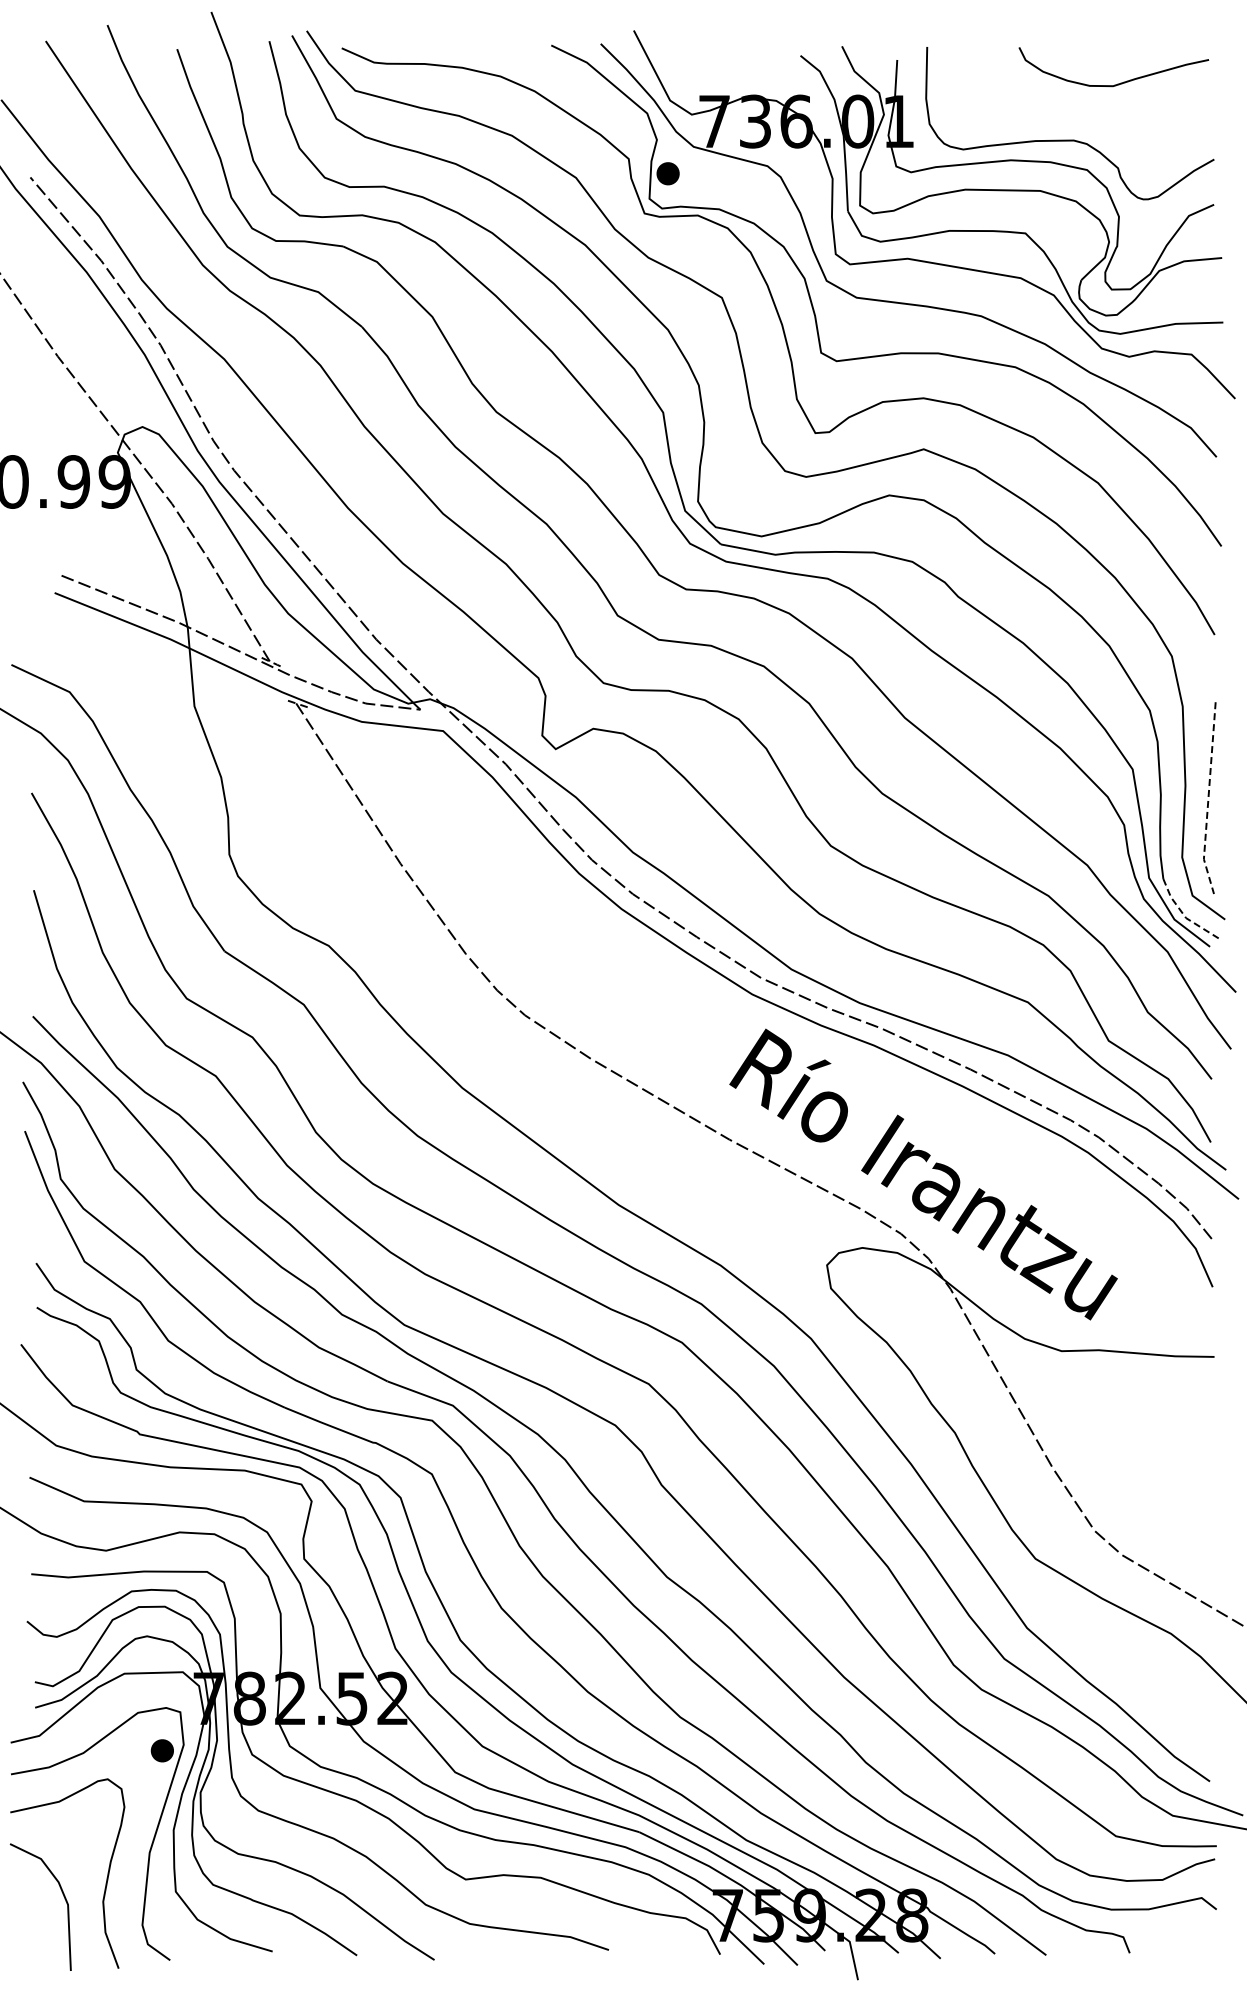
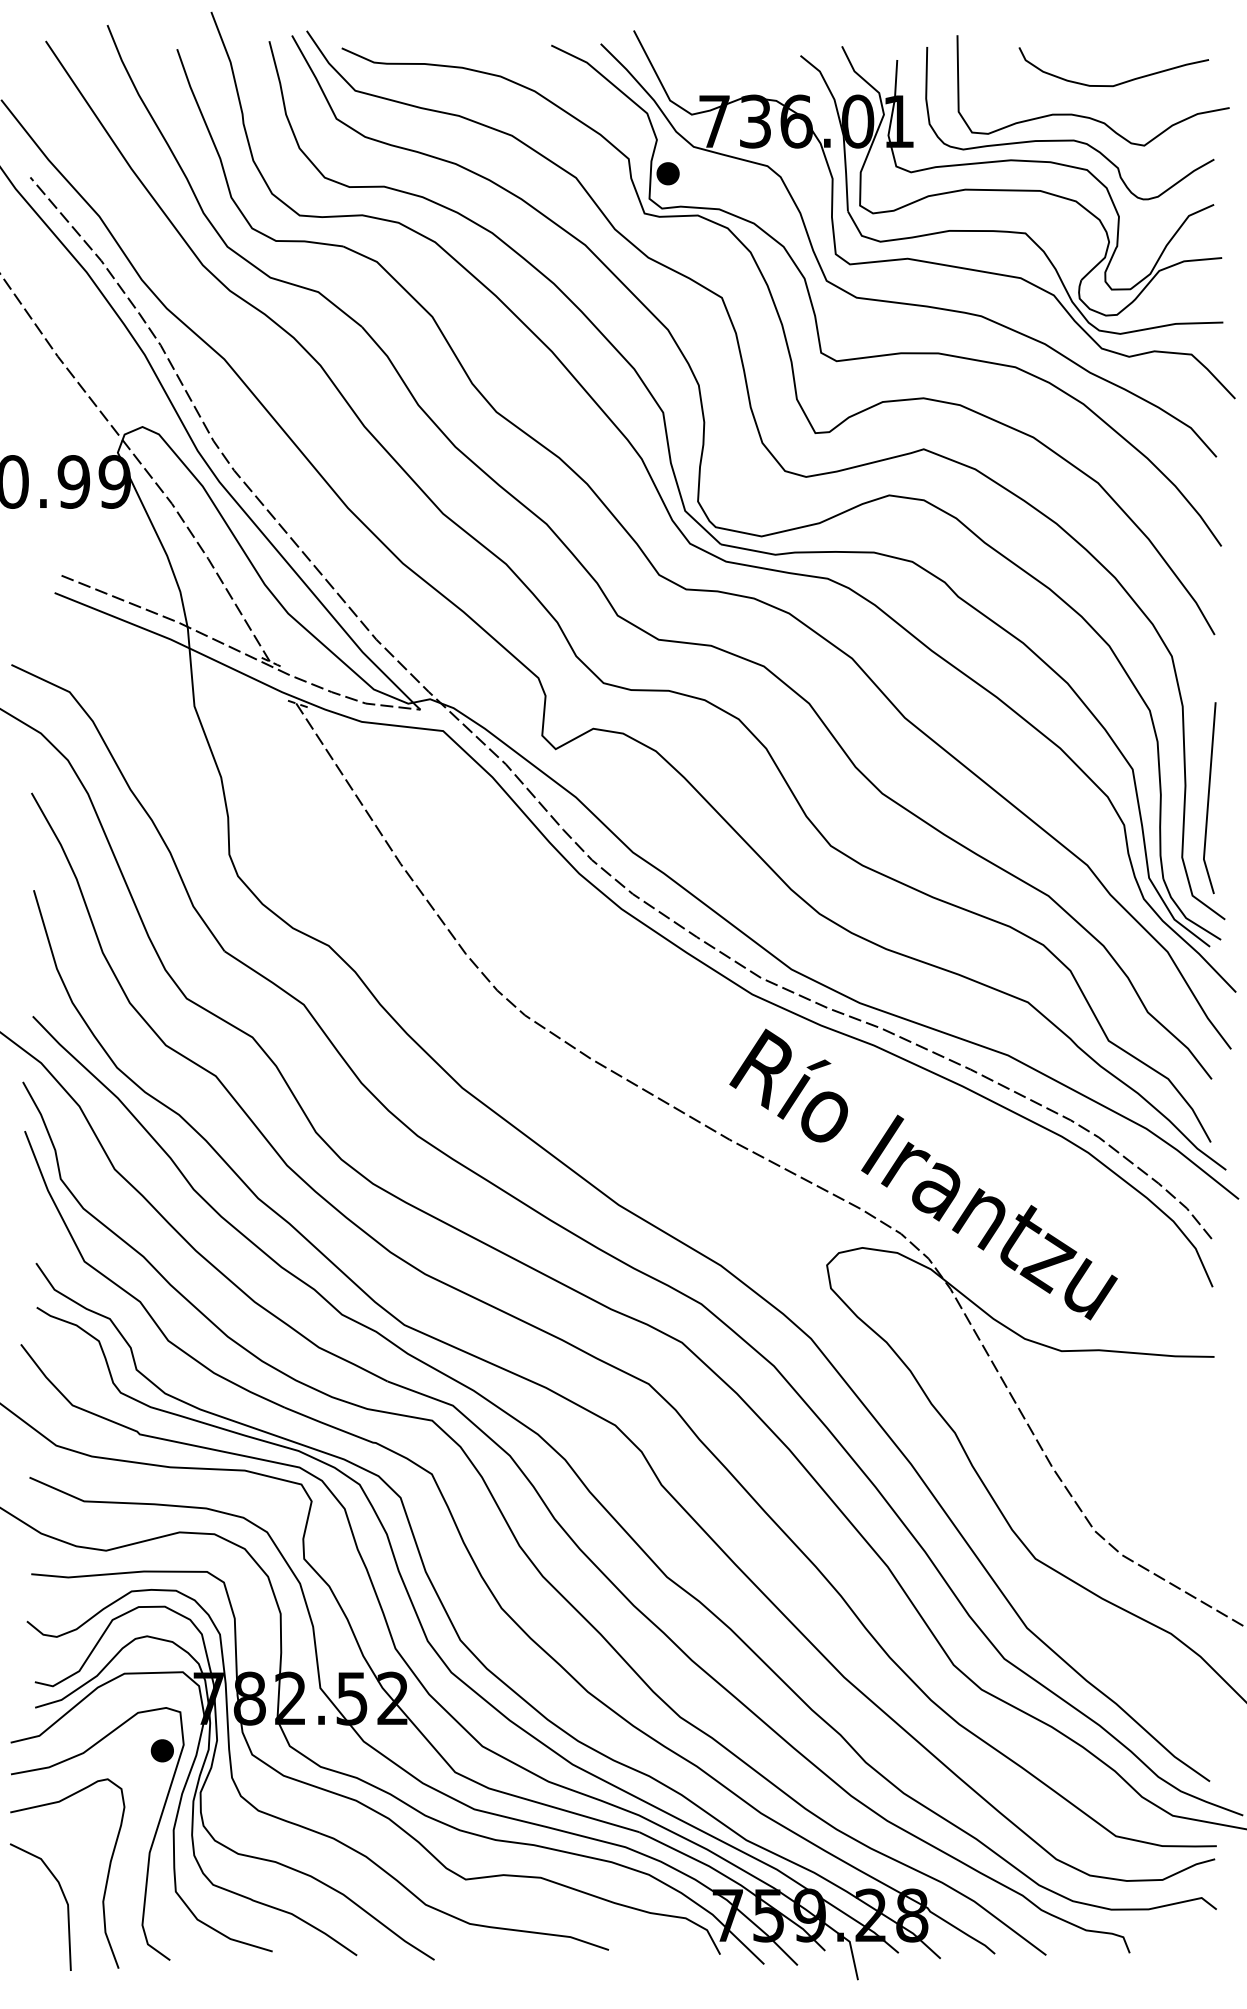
curve at (1088, 116): none -> present
line at (1208, 799): dashed -> solid
line at (1184, 916): dashed -> solid
